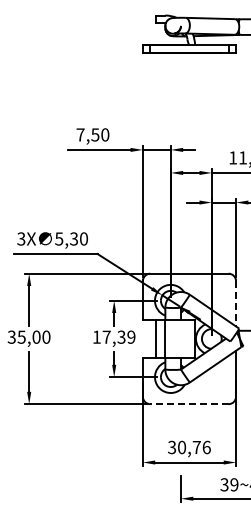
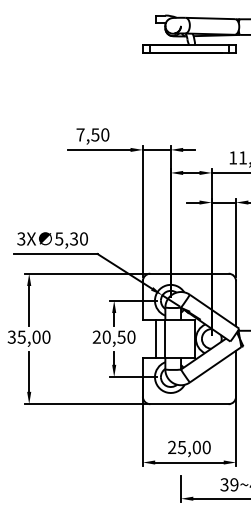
line at (236, 303): dashed -> solid
text at (113, 336): 17,39 -> 20,50
line at (188, 404): dashed -> solid
text at (189, 447): 30,76 -> 25,00
